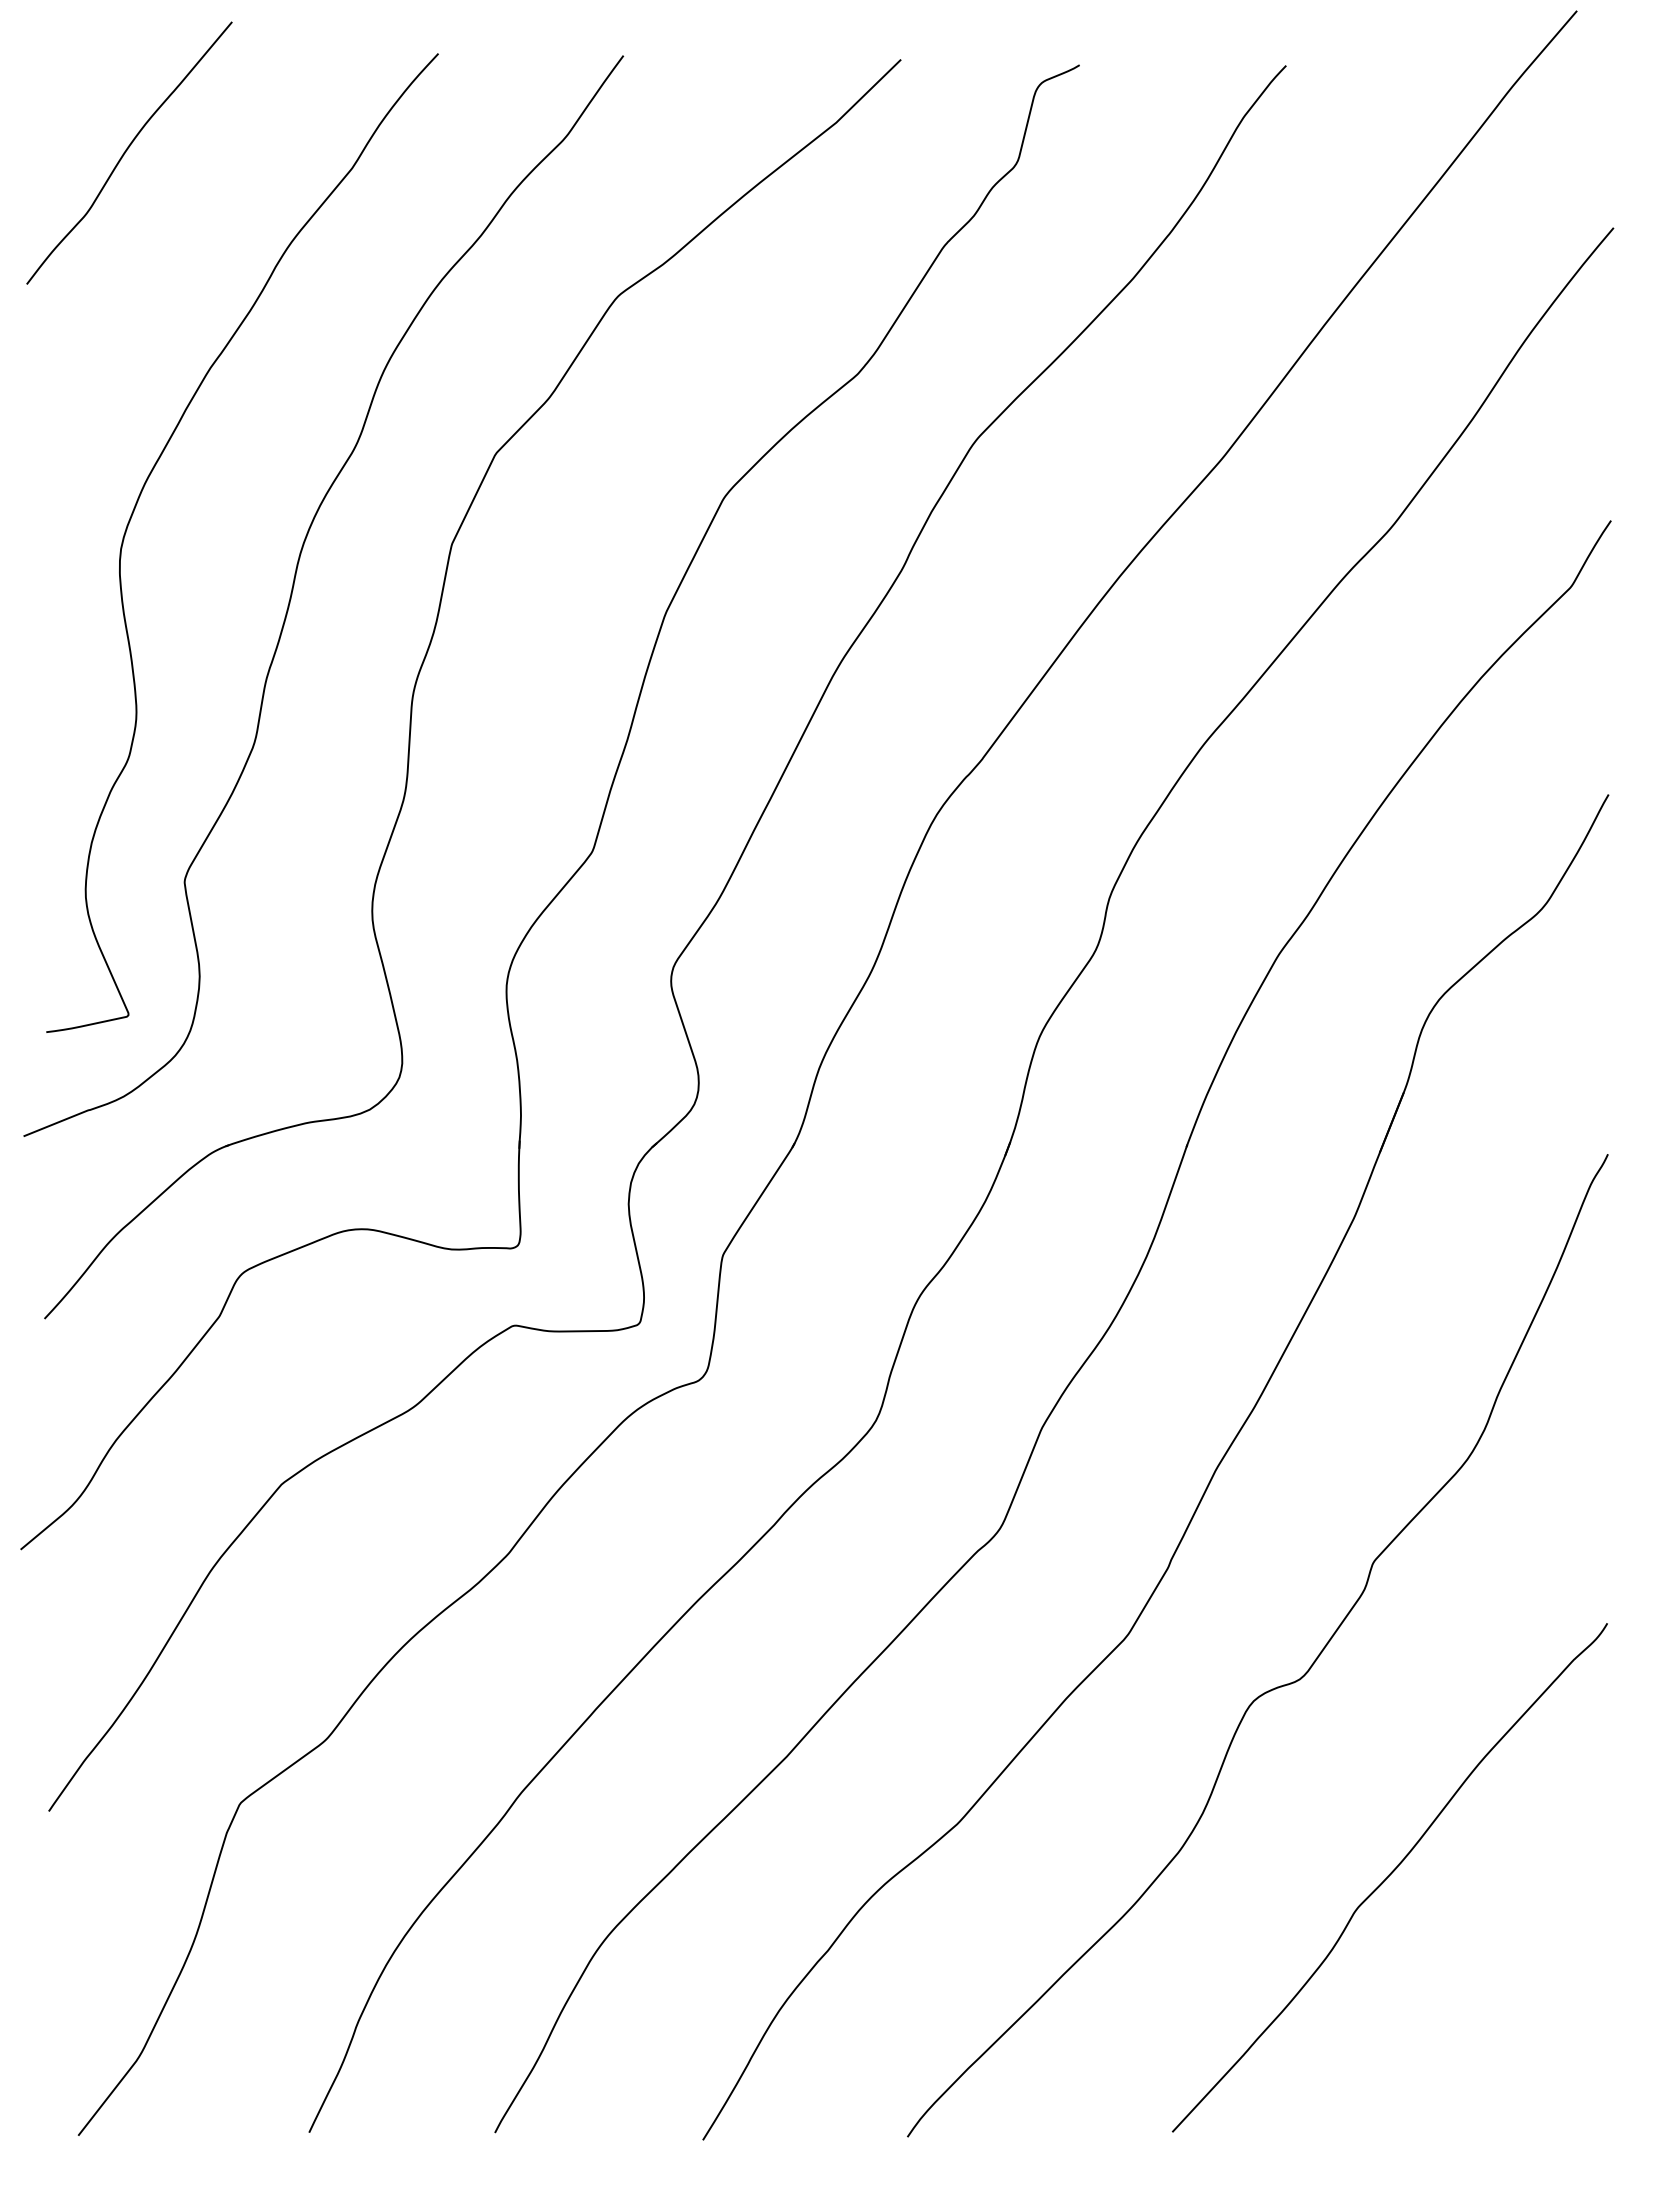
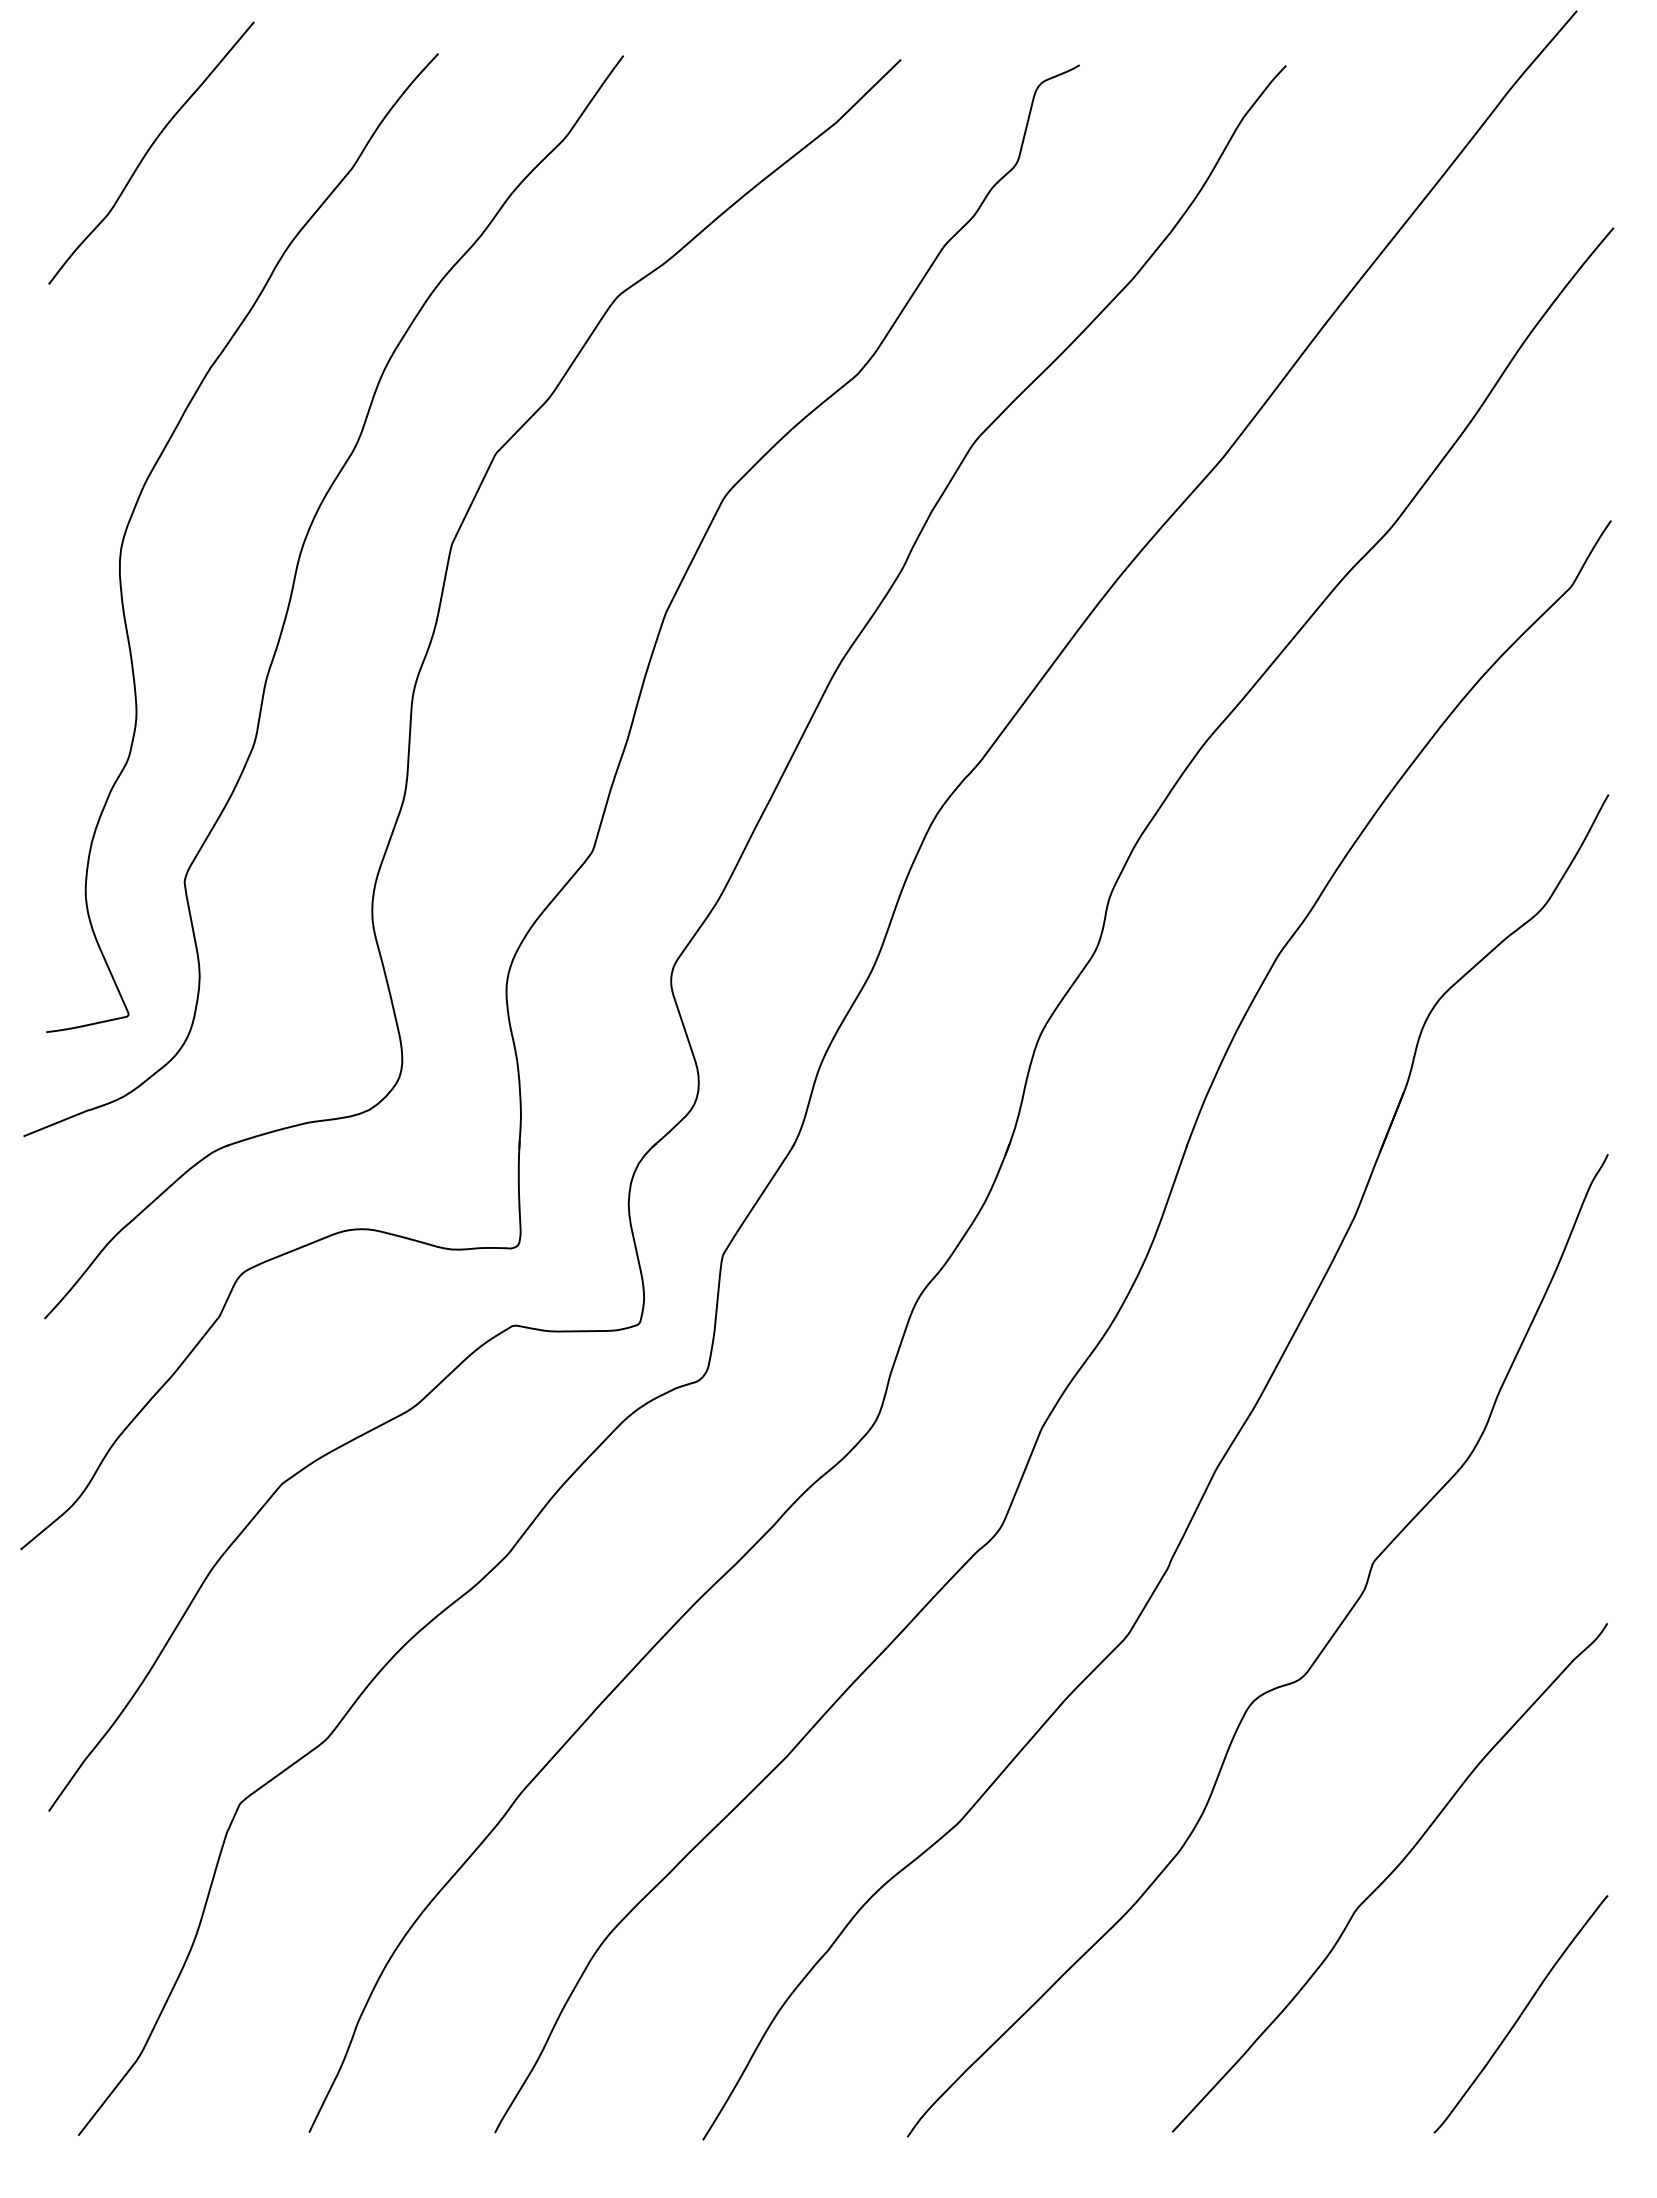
curve at (127, 150) position: (127, 150) -> (149, 150)
curve at (1520, 2014): none -> present
